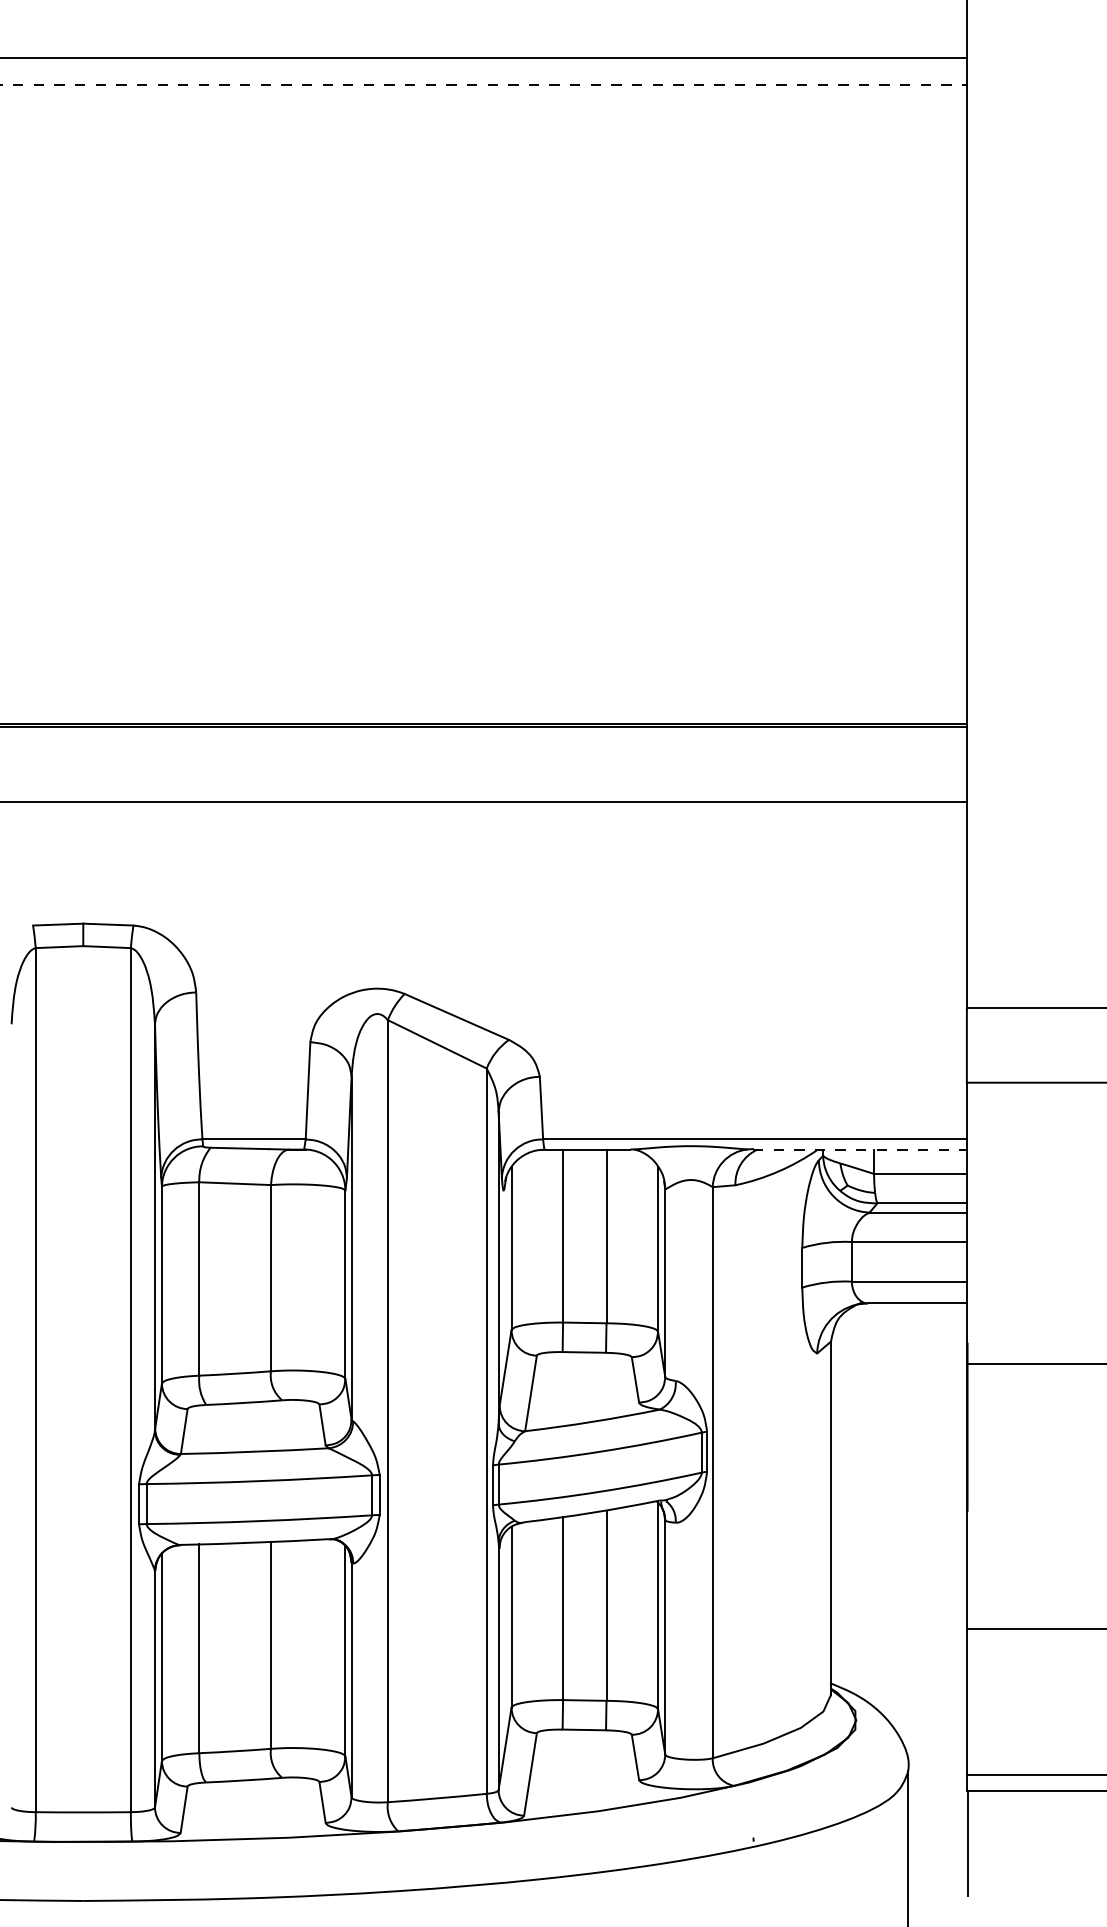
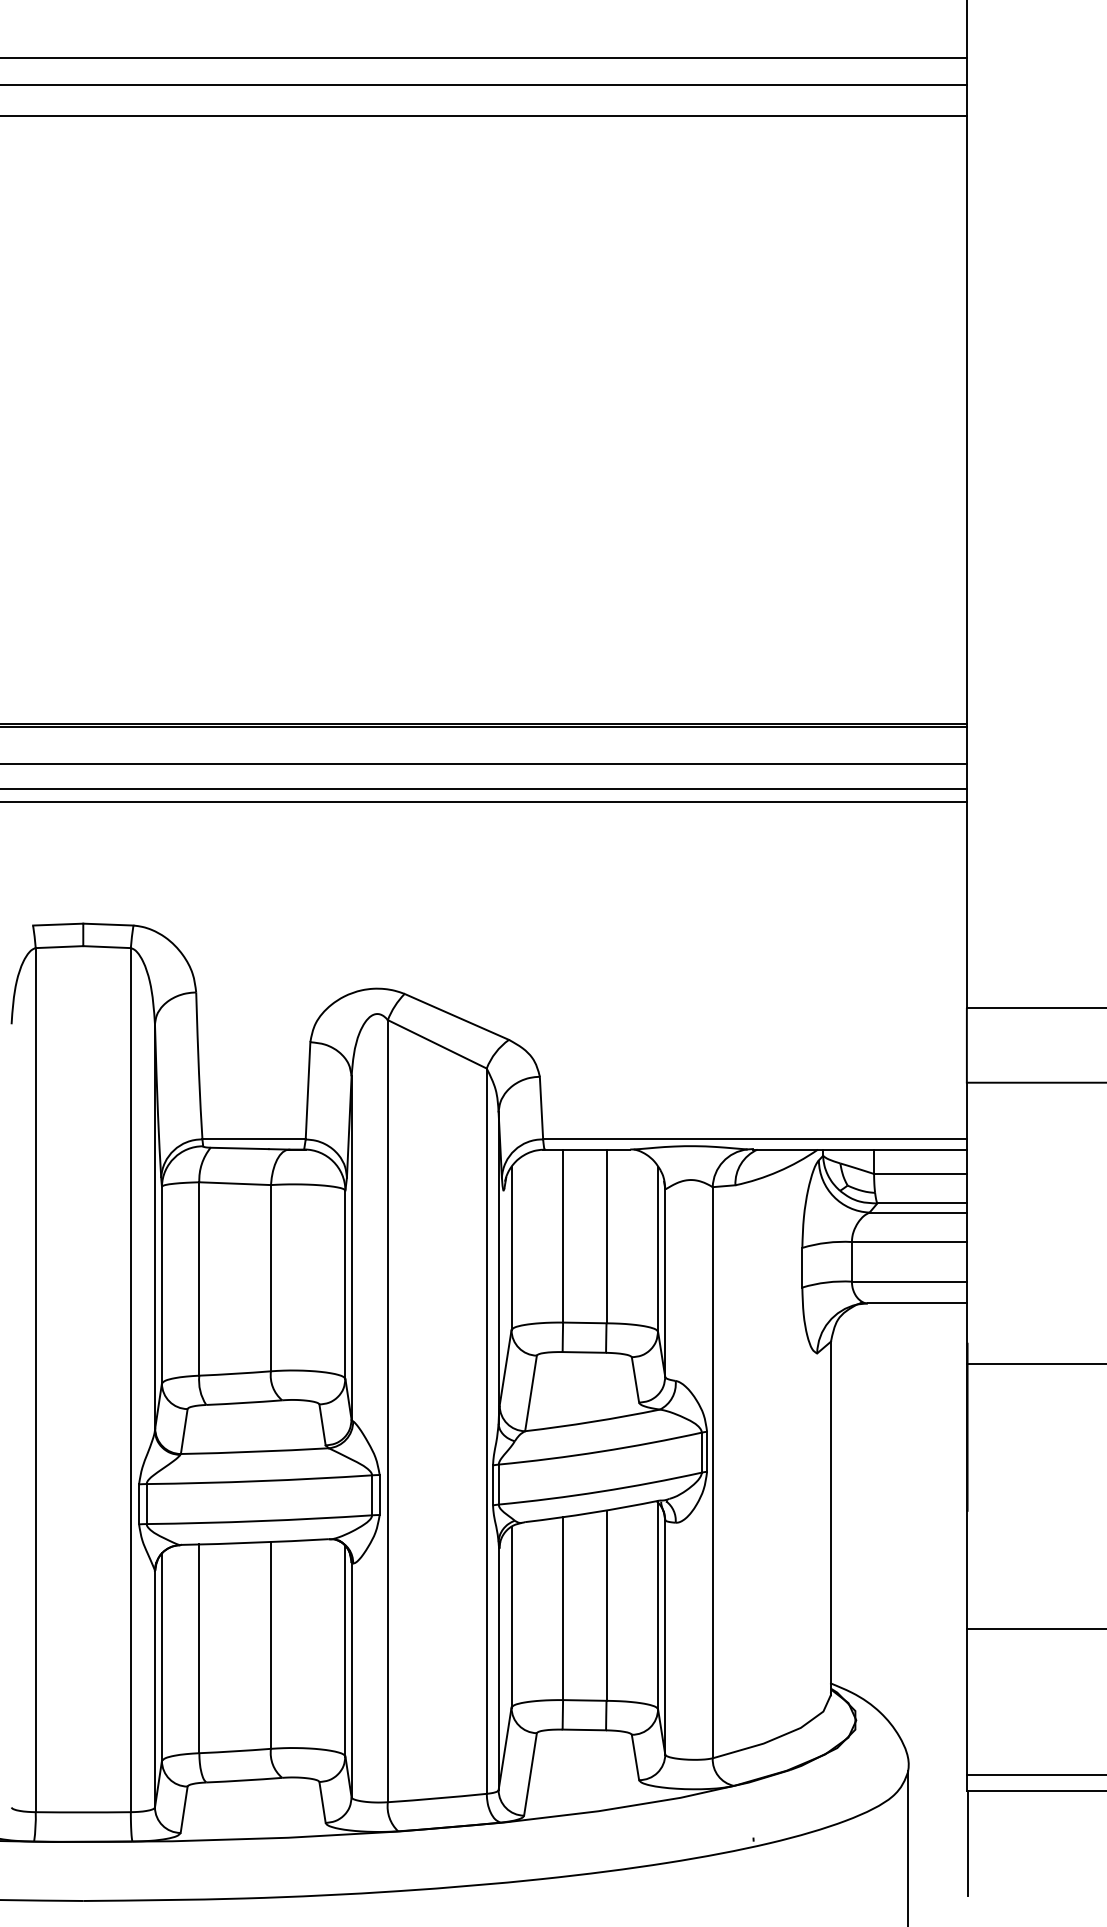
line at (484, 85): dashed -> solid
line at (484, 115): none -> present
line at (484, 764): none -> present
line at (484, 789): none -> present
line at (859, 1149): dashed -> solid
